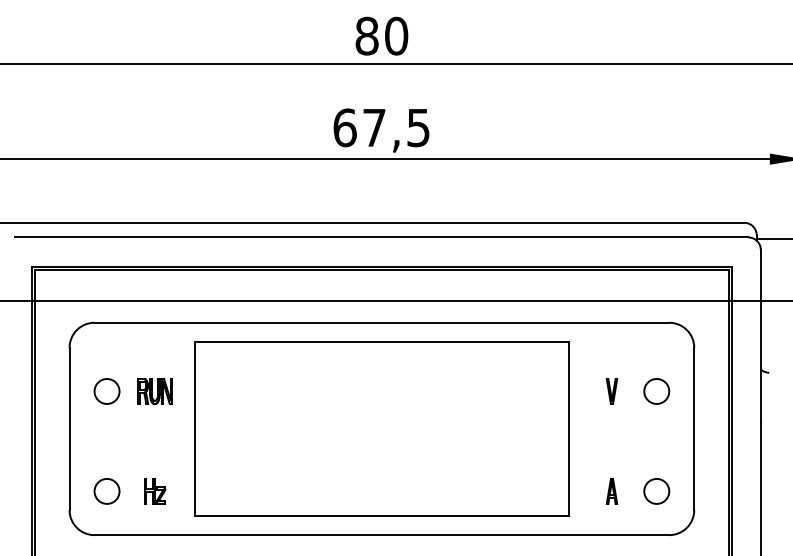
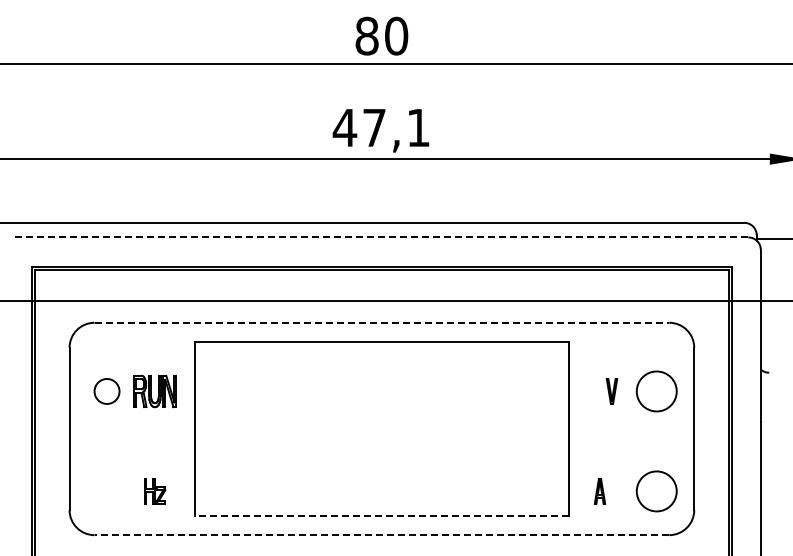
text at (380, 127): 67,5 -> 47,1
line at (381, 237): solid -> dashed
line at (382, 322): solid -> dashed
part at (154, 391) size: 36x27 px -> 44x35 px
circle at (656, 391) diameter: 25 px -> 40 px
circle at (656, 490) diameter: 25 px -> 40 px
circle at (106, 491): present -> none
part at (611, 491) position: (611, 491) -> (599, 491)
line at (381, 516): solid -> dashed
line at (381, 535): solid -> dashed
